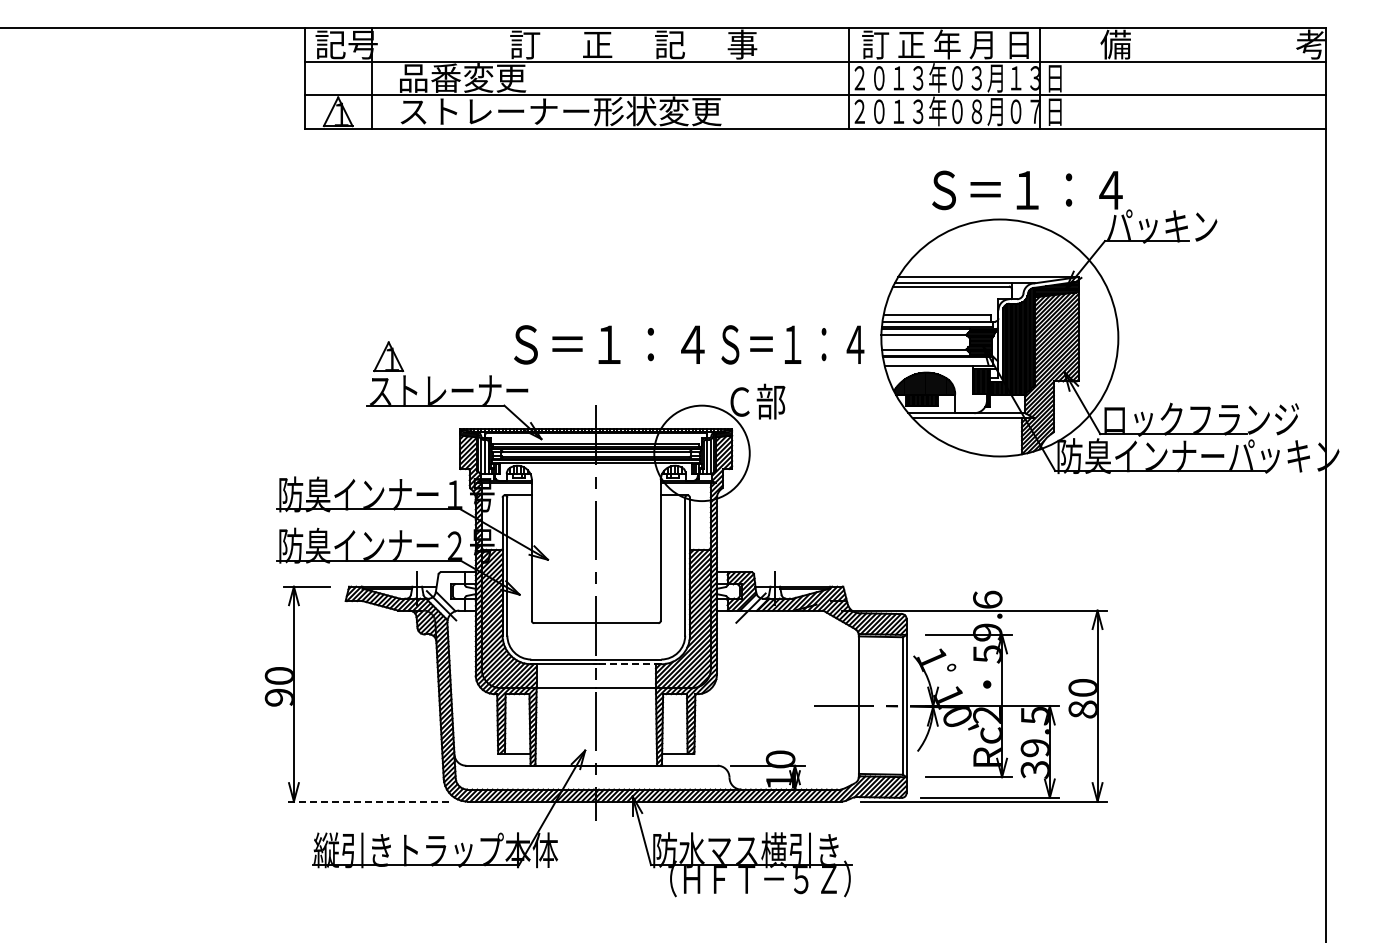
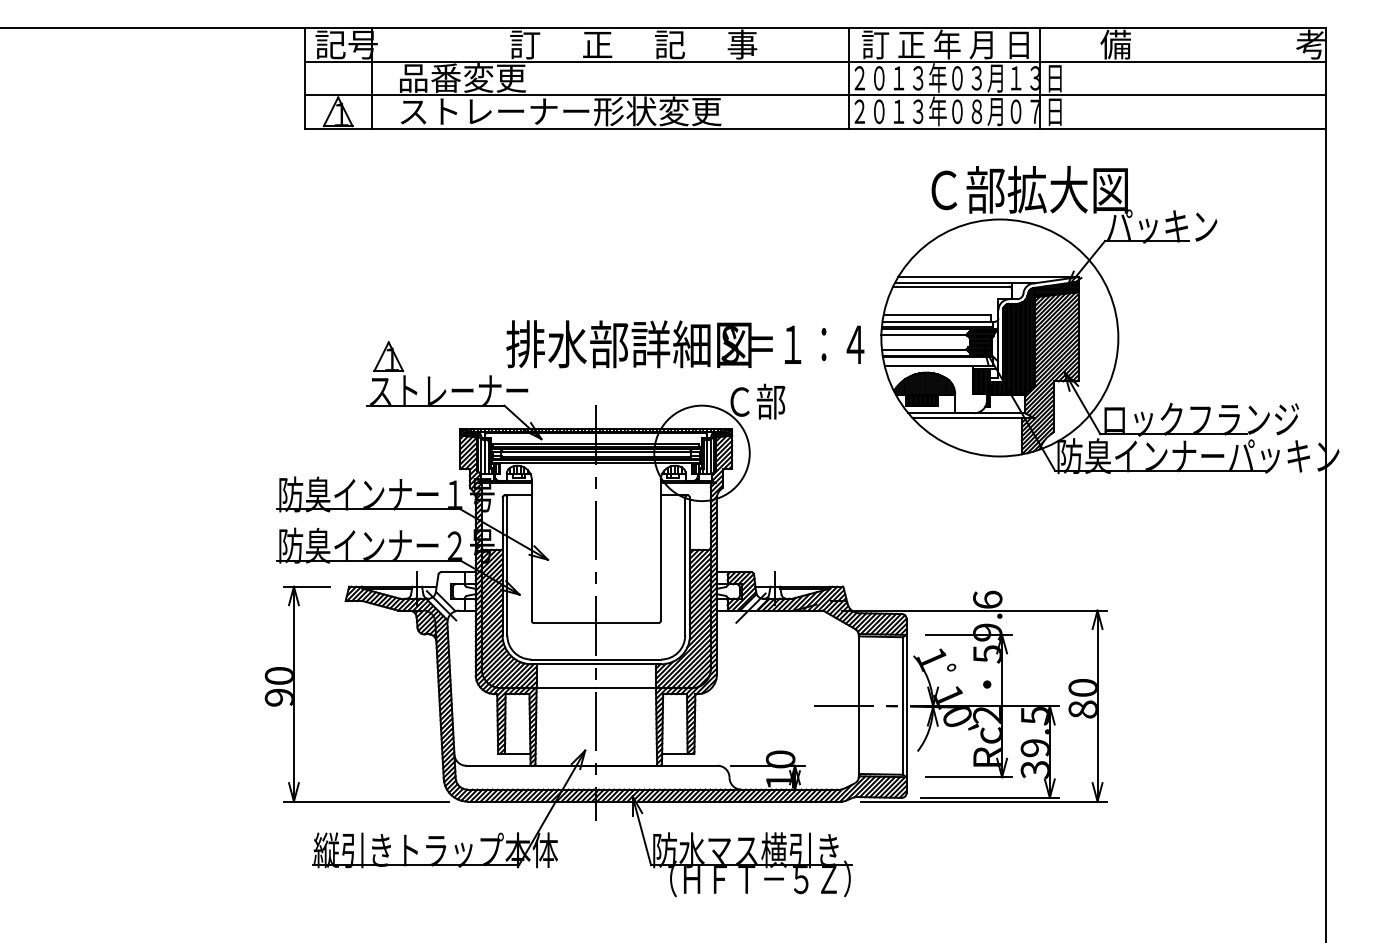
text at (1029, 189): Ｓ＝１：４ -> Ｃ部拡大図
text at (628, 344): Ｓ＝１：４ -> 排水部詳細図
line at (630, 664): dashed -> solid
line at (365, 801): dashed -> solid
